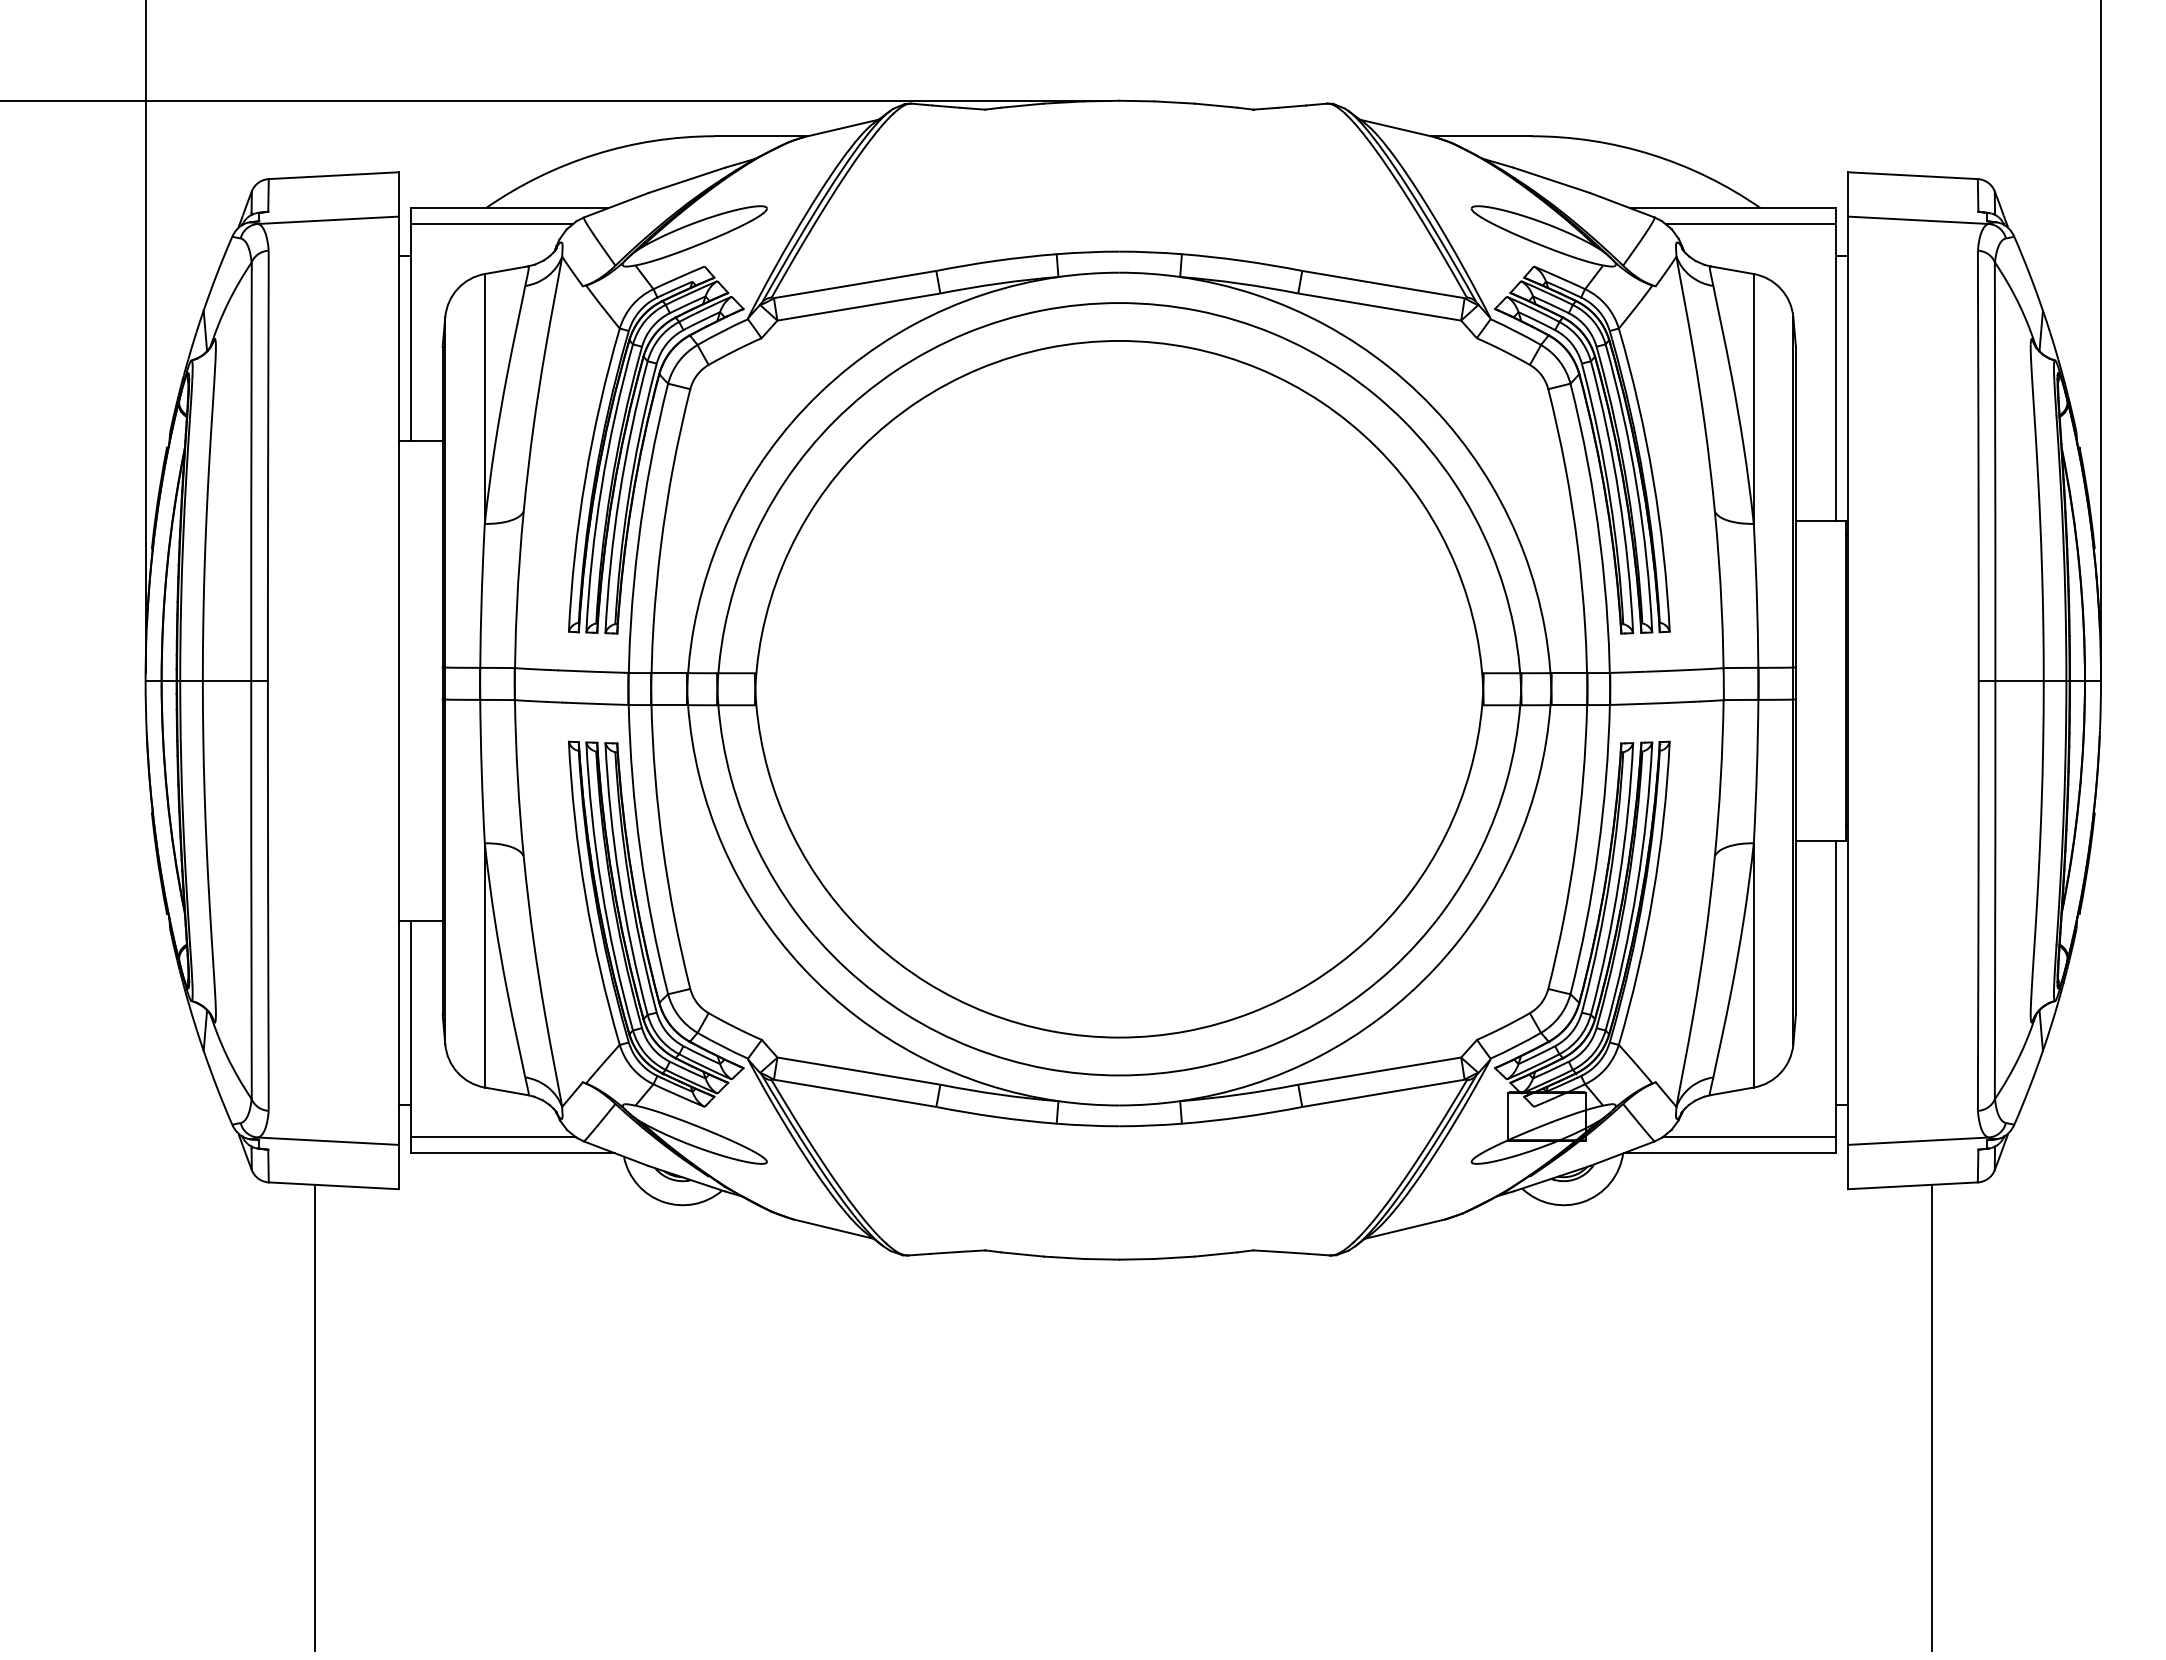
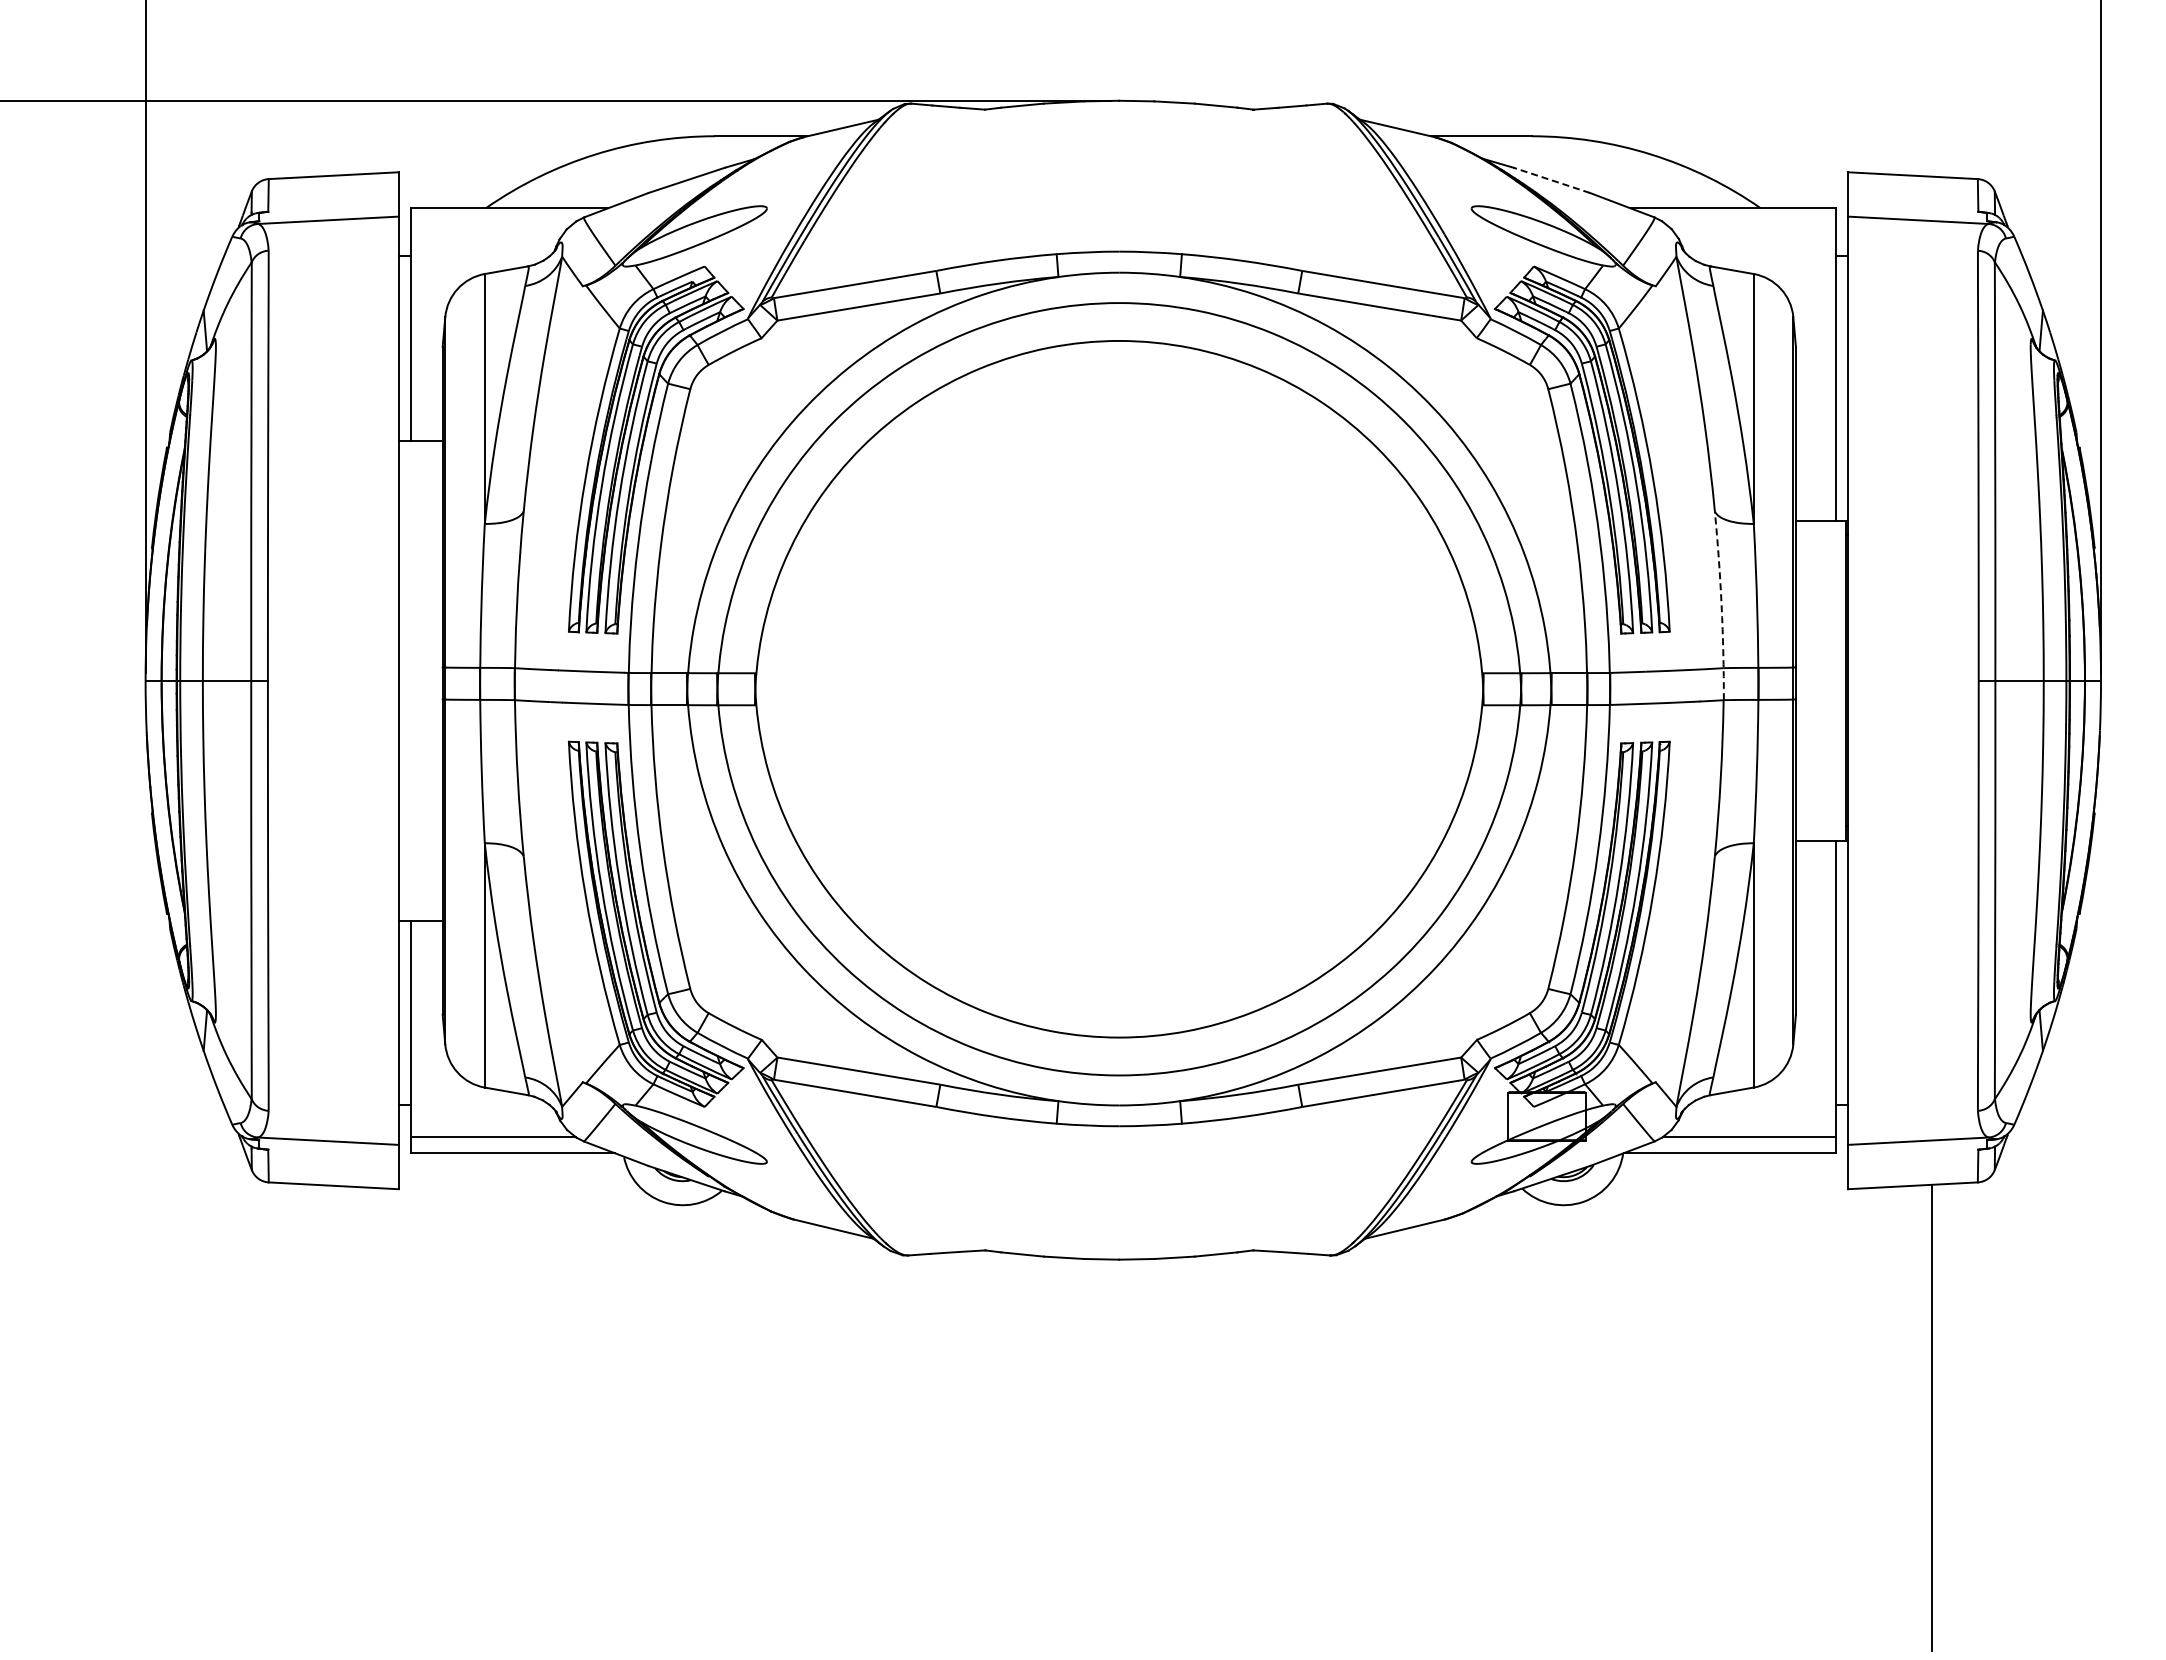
line at (1551, 180): solid -> dashed
line at (491, 224): present -> none
line at (1750, 224): present -> none
arc at (1721, 605): solid -> dashed
line at (314, 1417): present -> none
